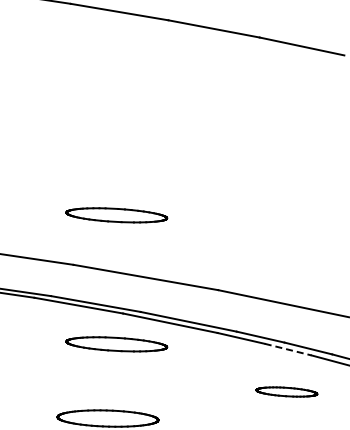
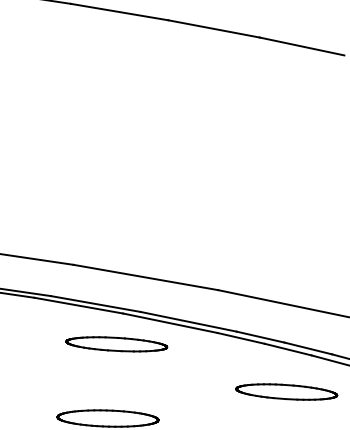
part at (116, 215): present -> none
line at (288, 349): dashed -> solid
part at (286, 391) size: 64x12 px -> 104x18 px
